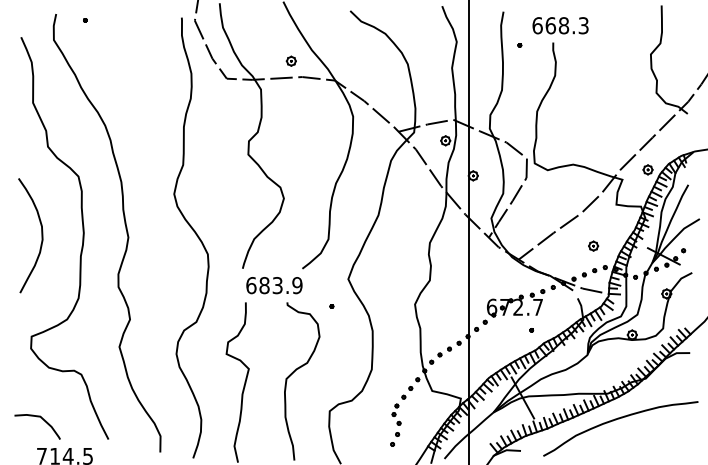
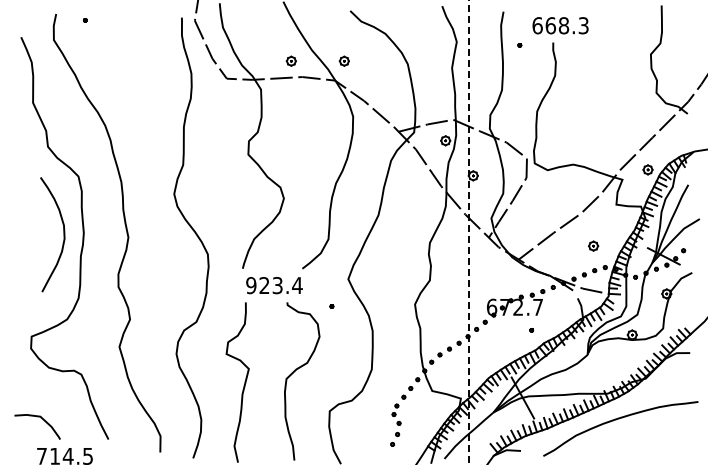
part at (343, 60): none -> present
line at (468, 231): solid -> dashed
curve at (41, 235) position: (41, 235) -> (63, 234)
text at (274, 285): 683.9 -> 923.4
